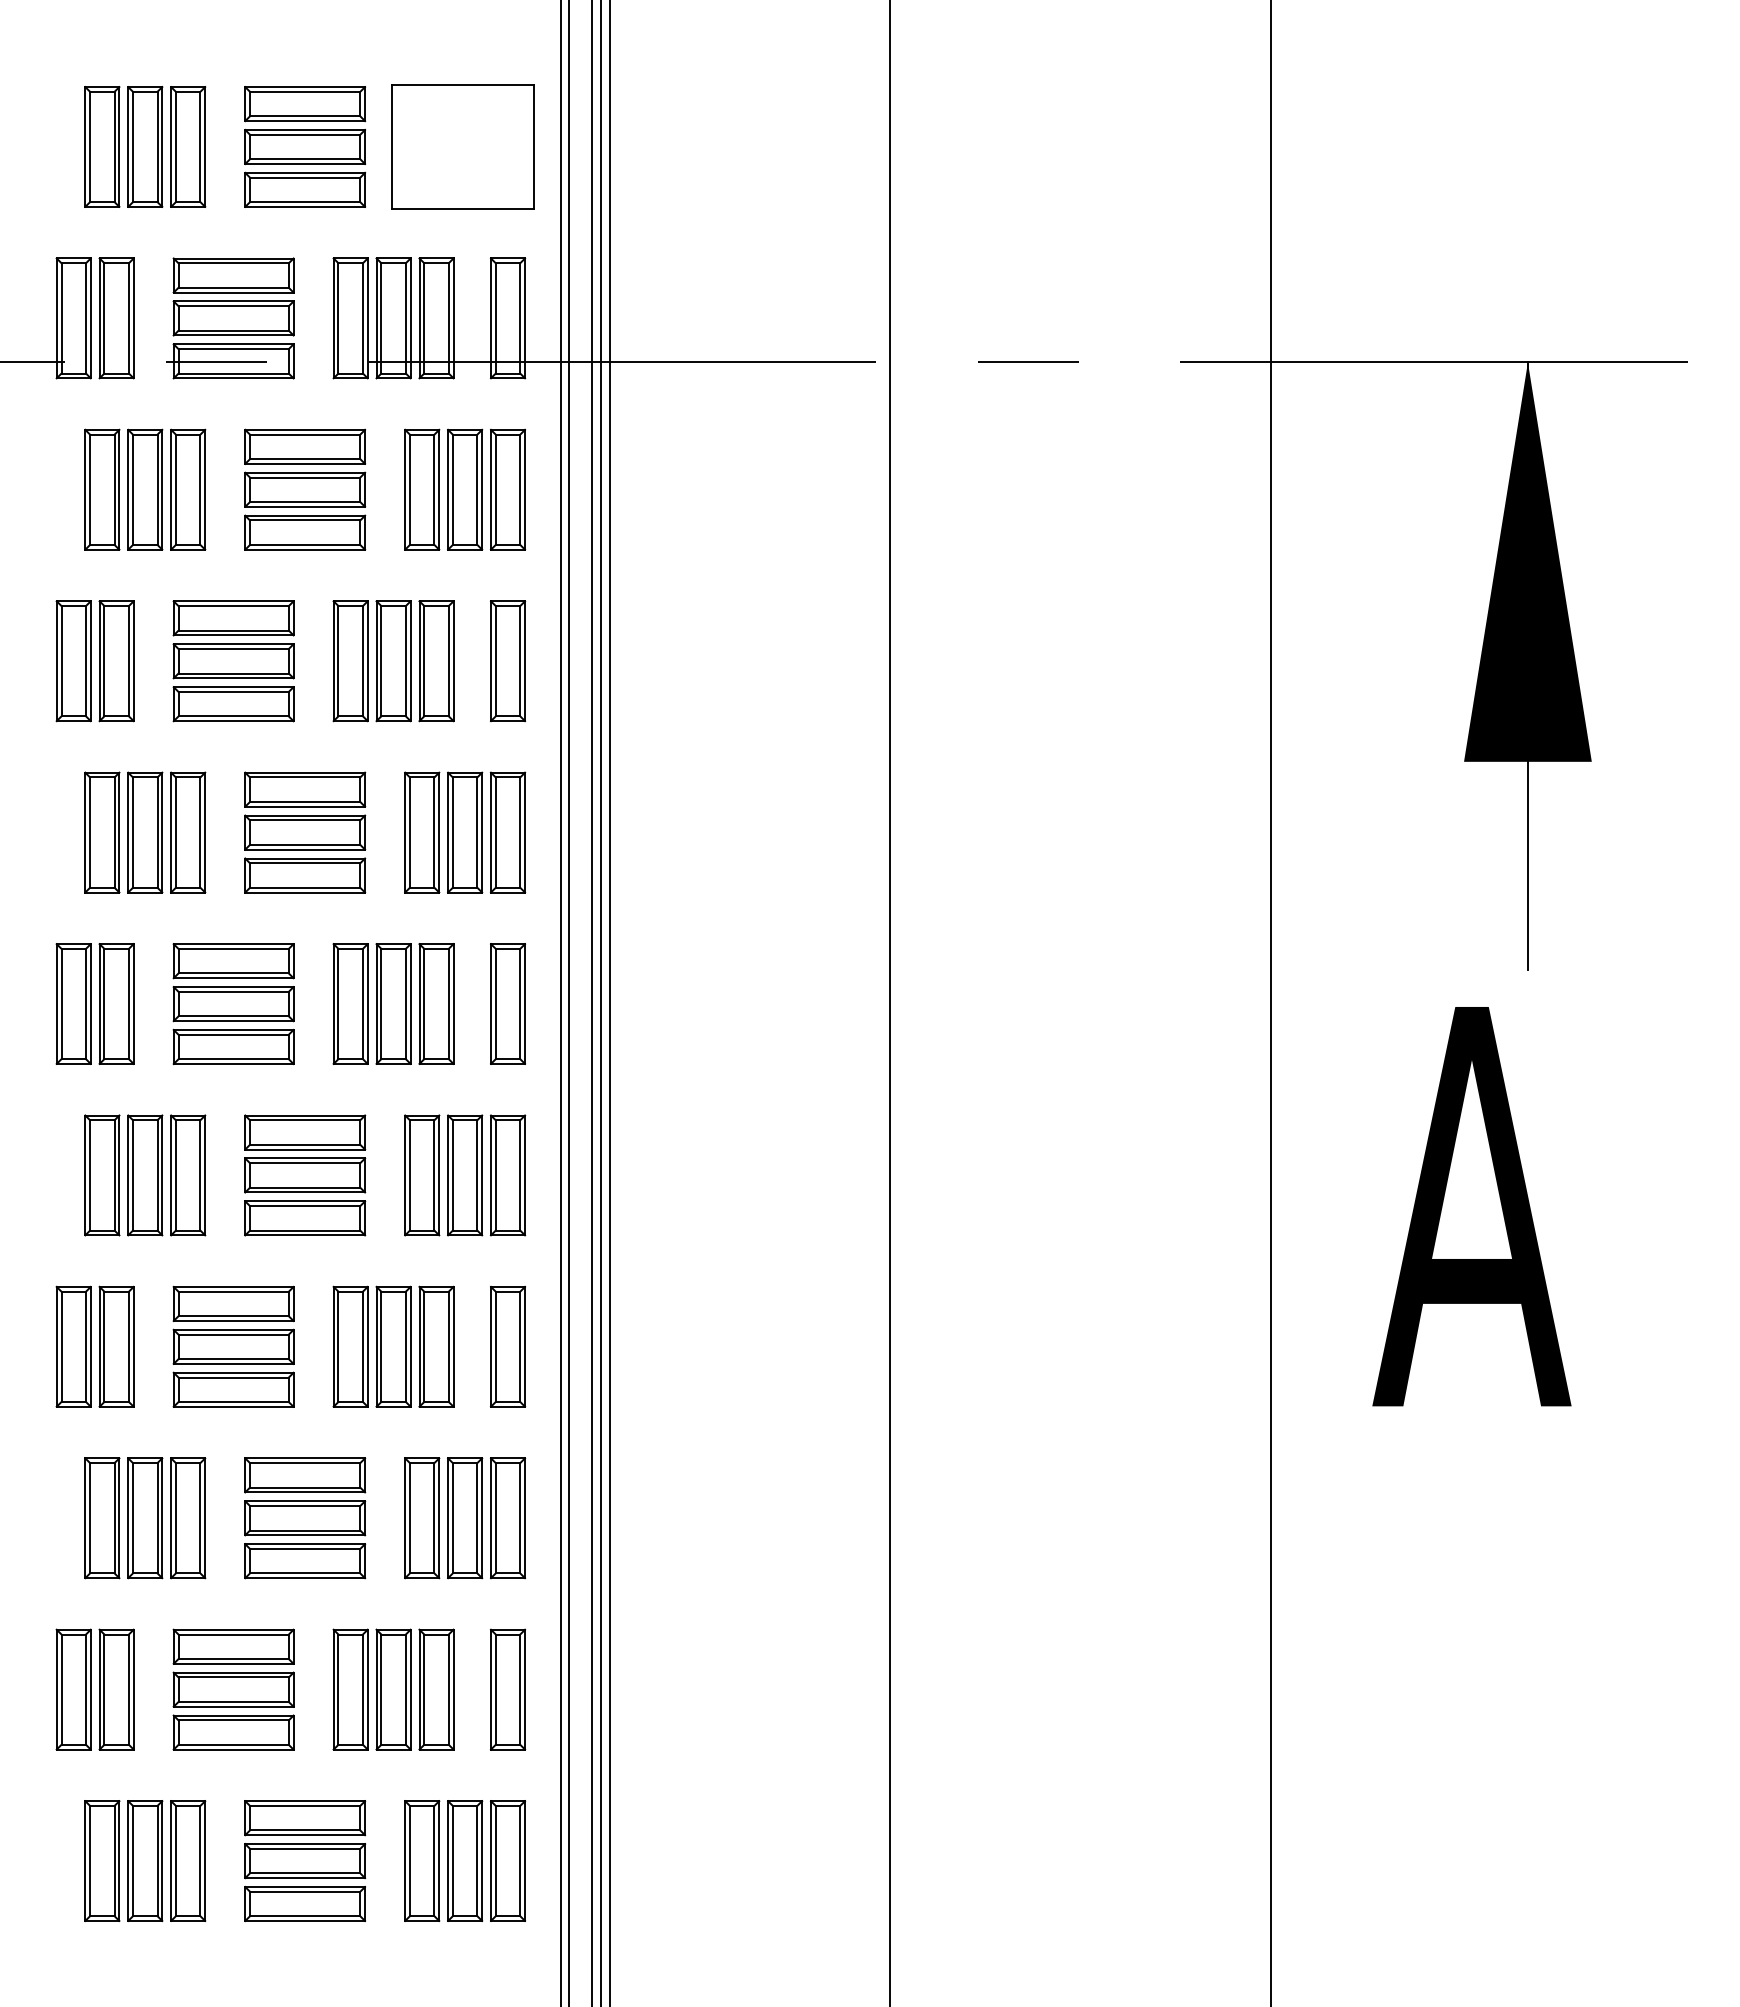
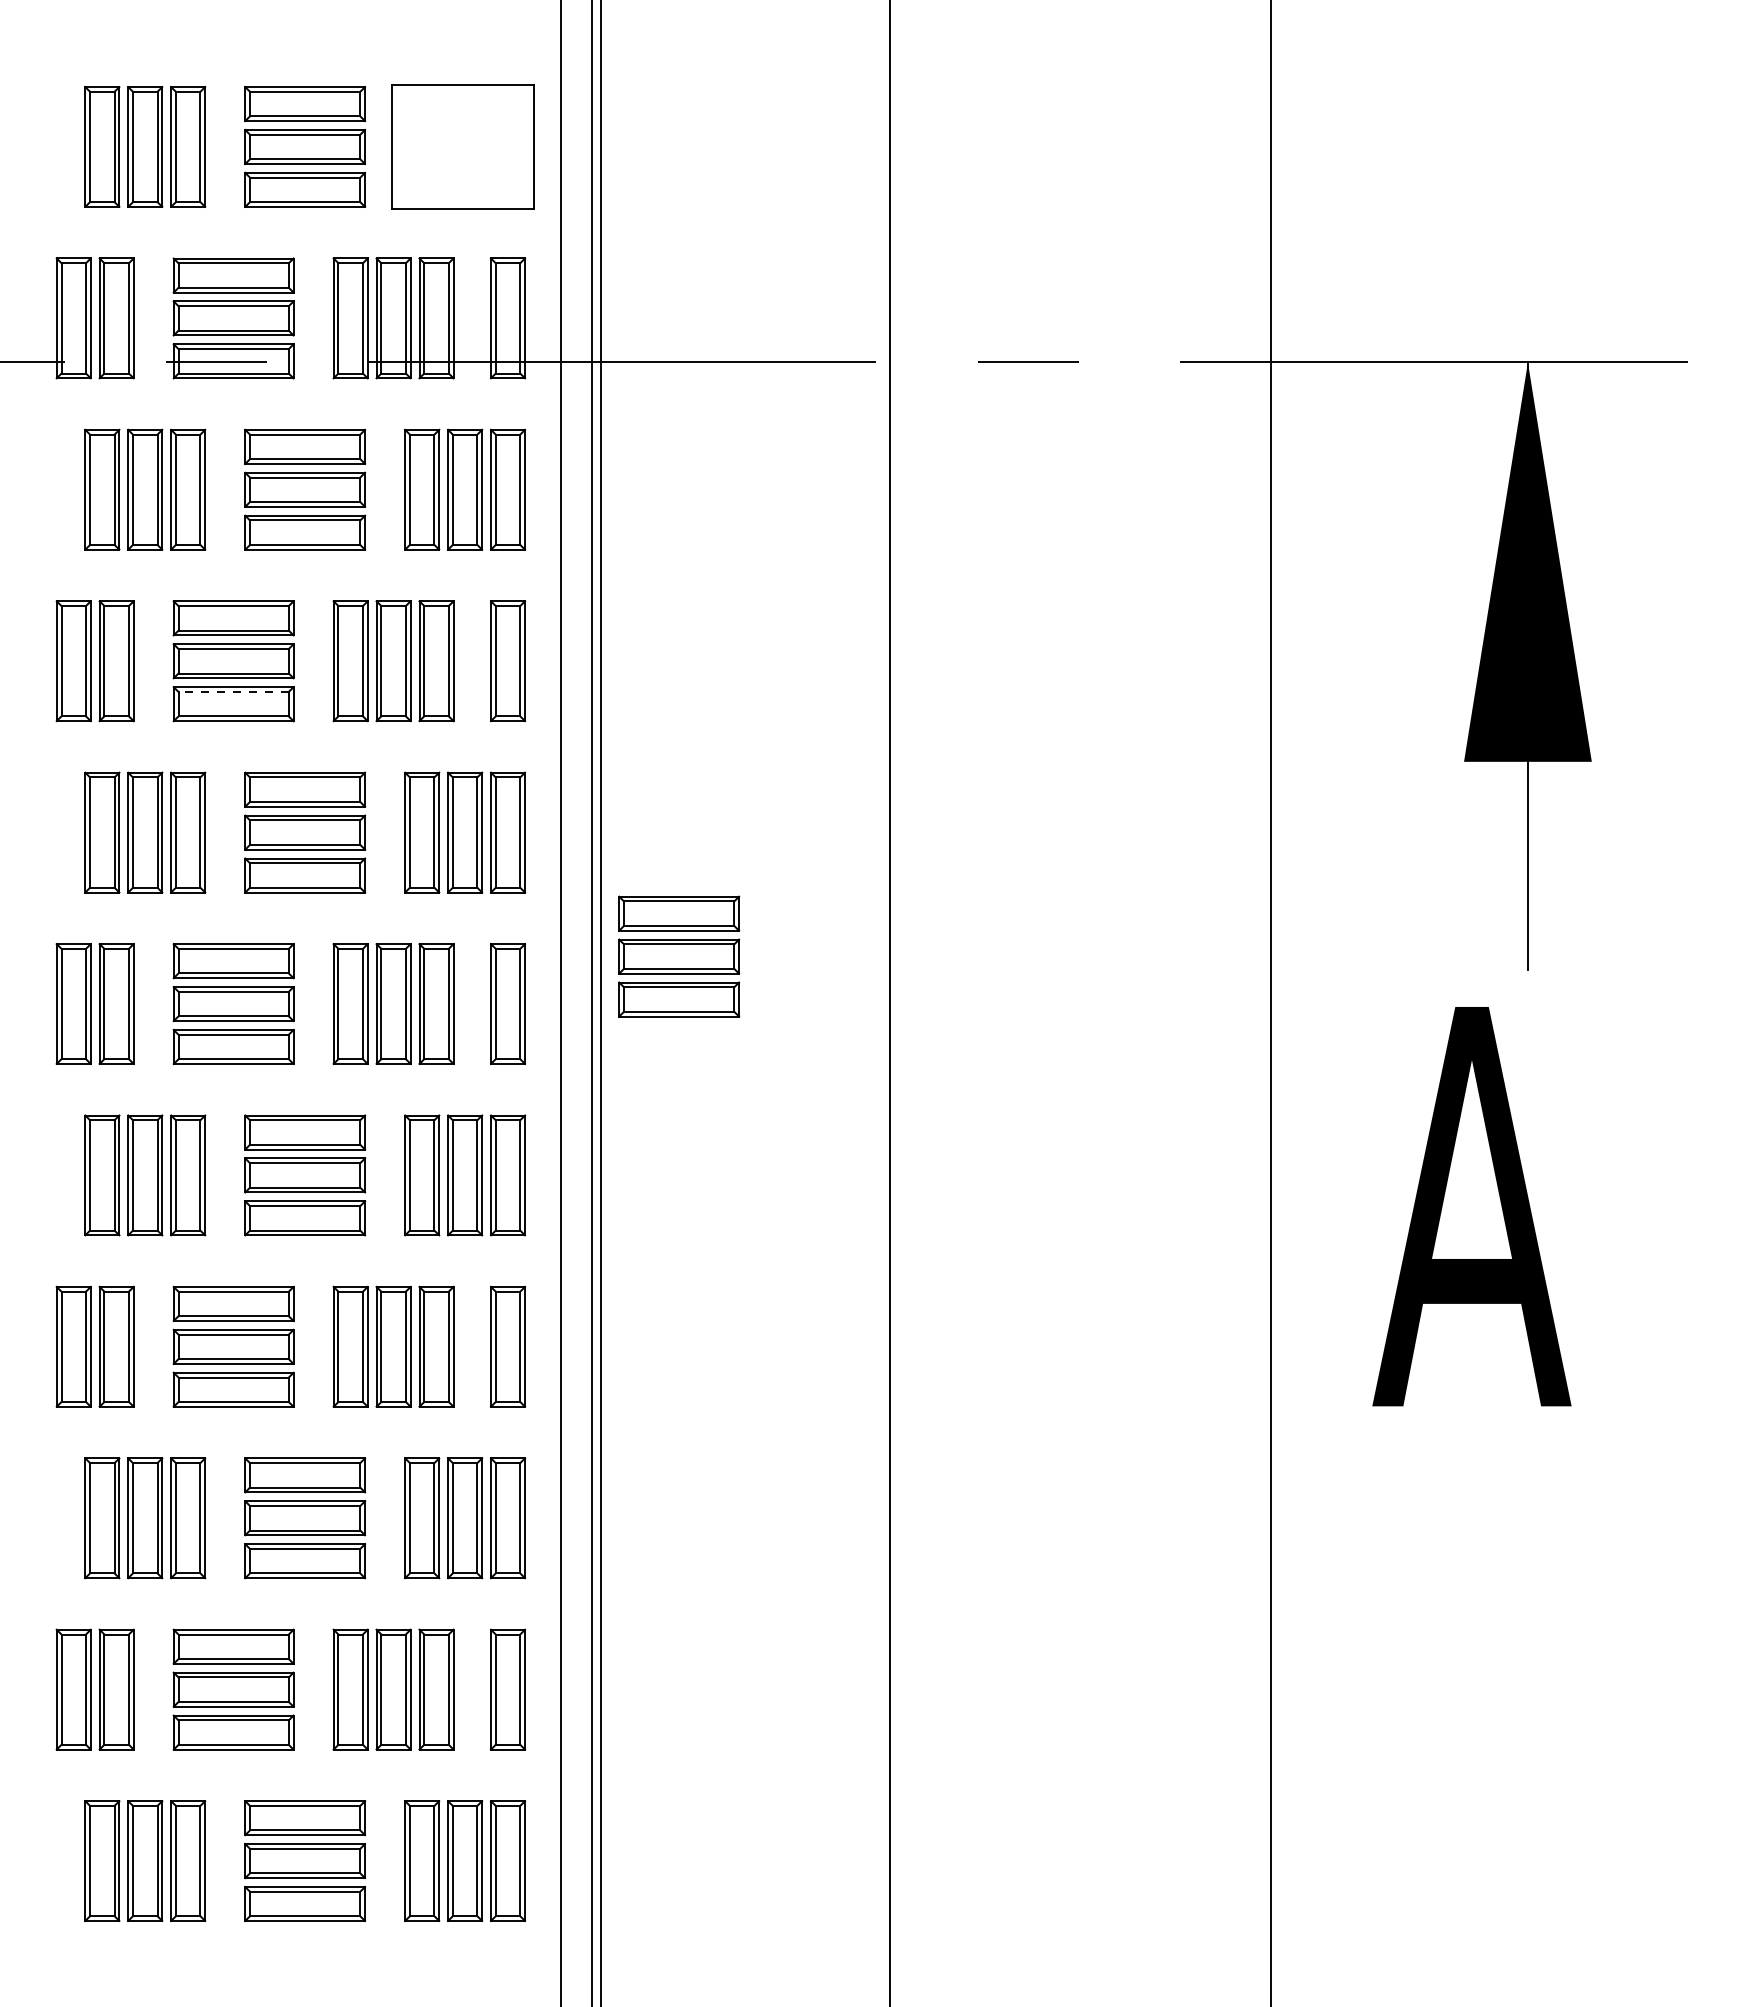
line at (233, 691): solid -> dashed
part at (679, 956): none -> present
line at (568, 1002): present -> none
line at (610, 1002): present -> none
